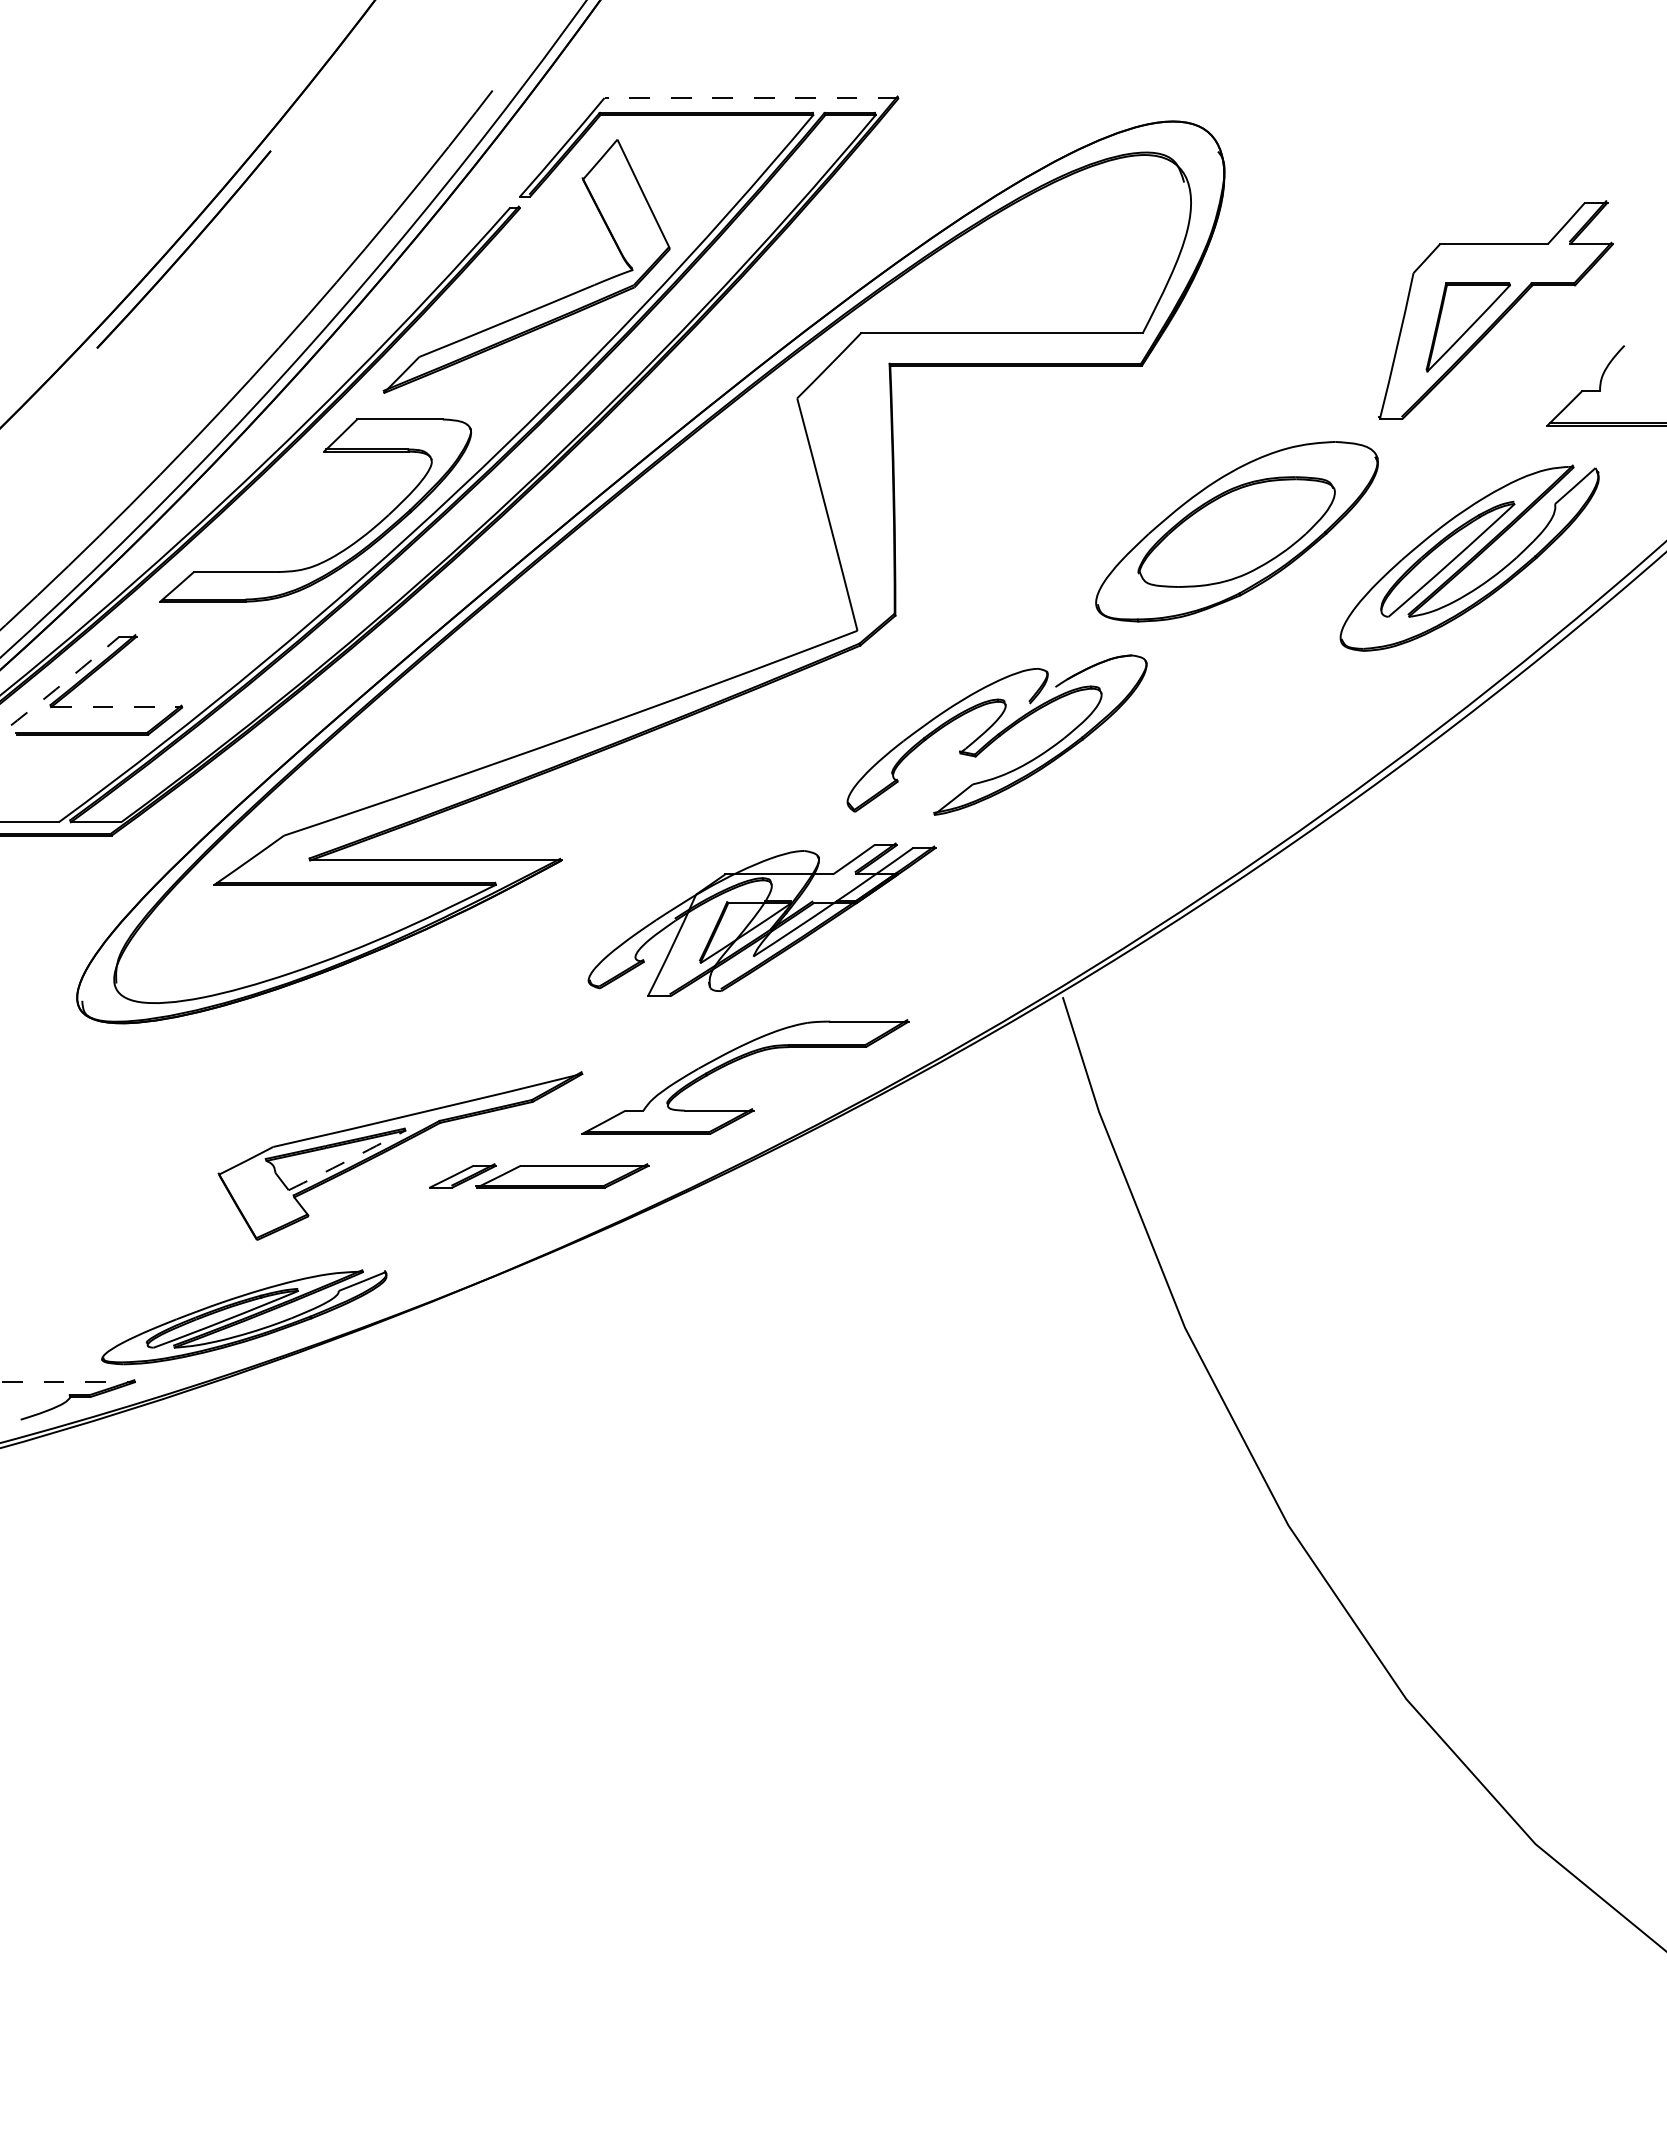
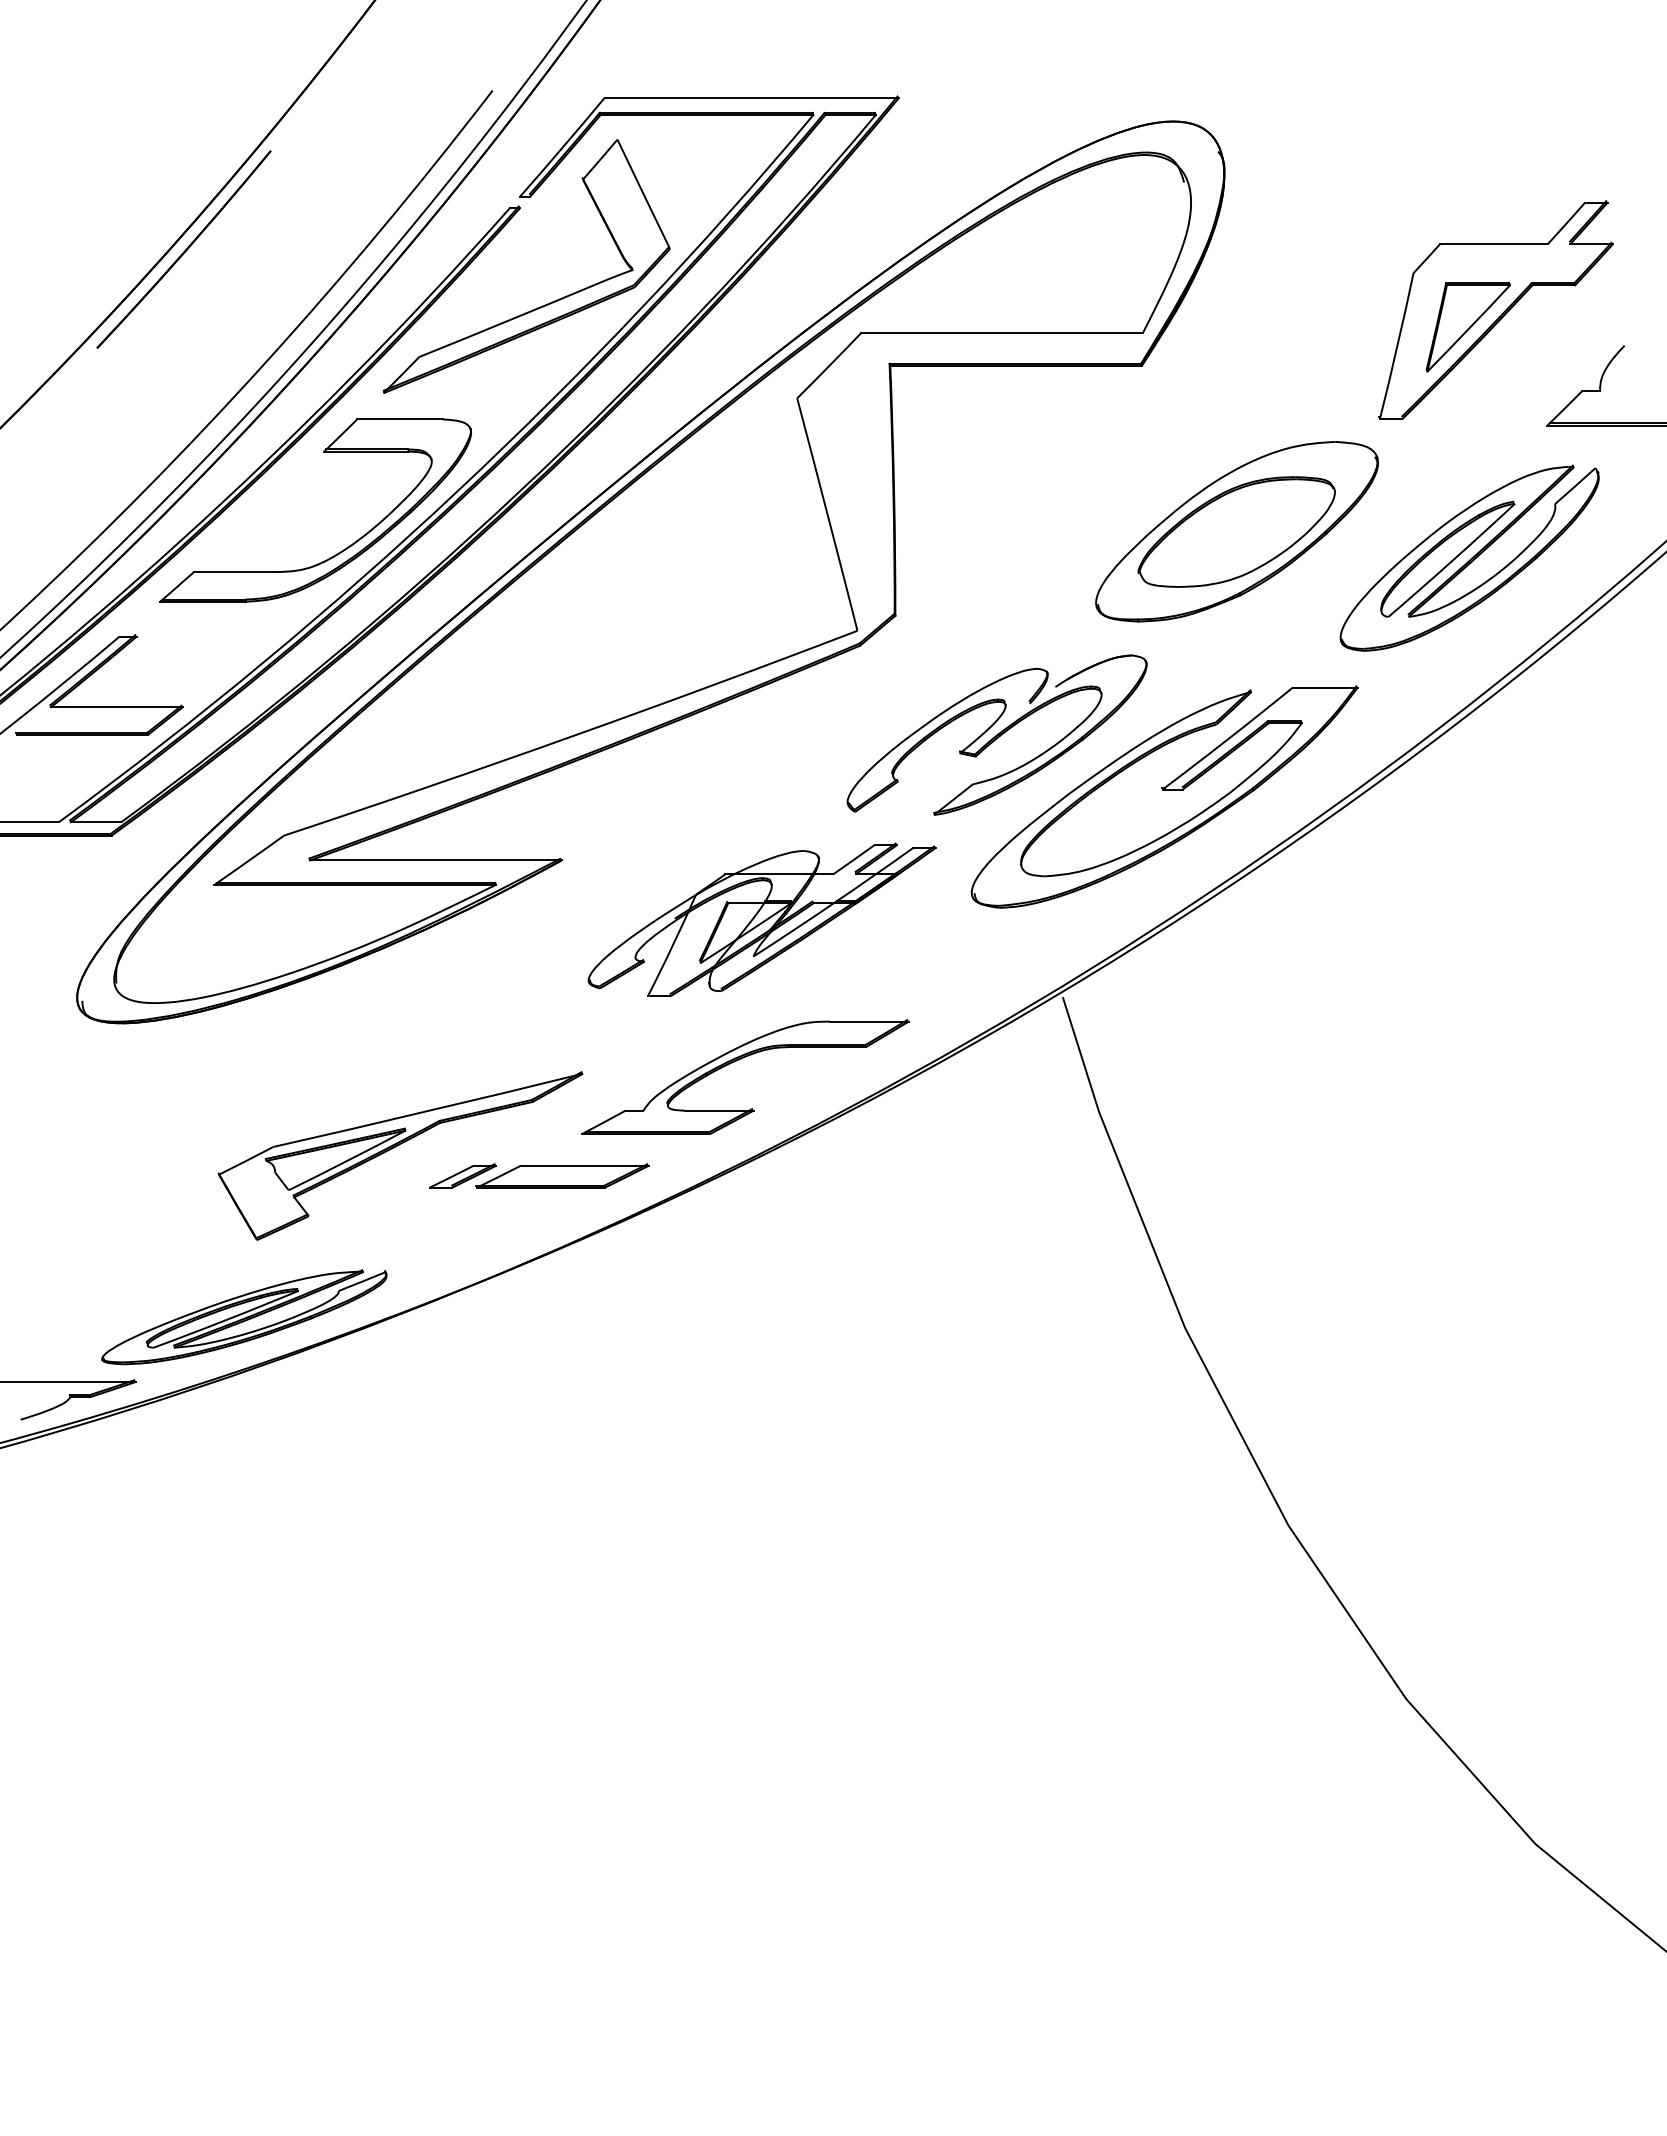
line at (751, 98): dashed -> solid
arc at (60, 685): dashed -> solid
line at (116, 707): dashed -> solid
part at (1164, 796): none -> present
arc at (347, 1160): dashed -> solid
line at (68, 1381): dashed -> solid
